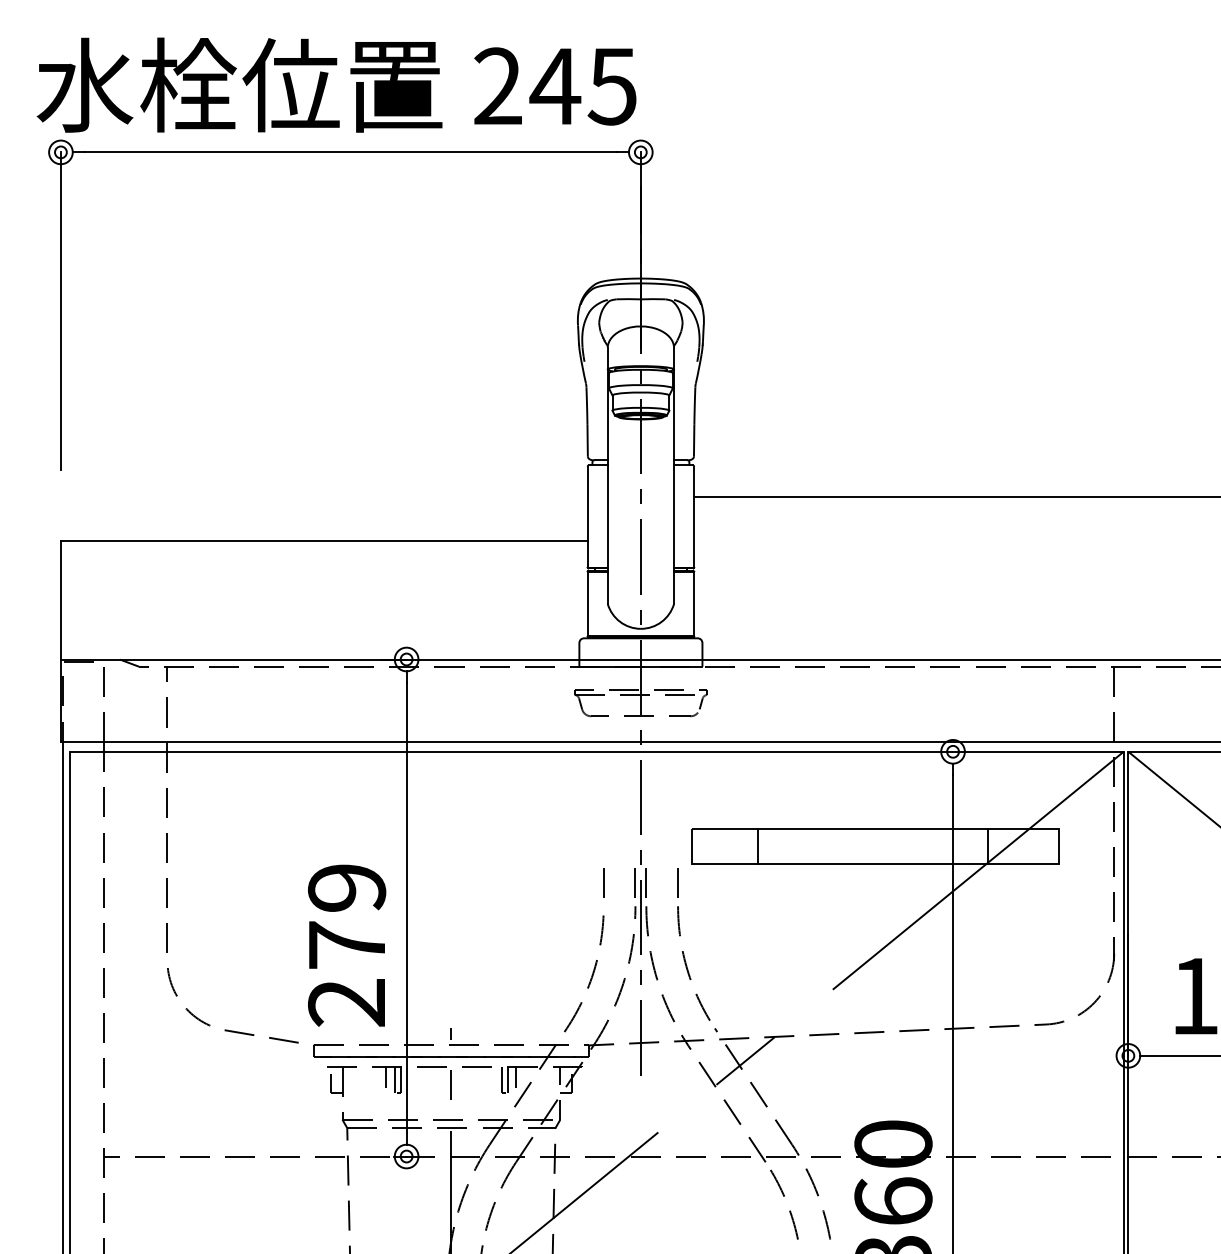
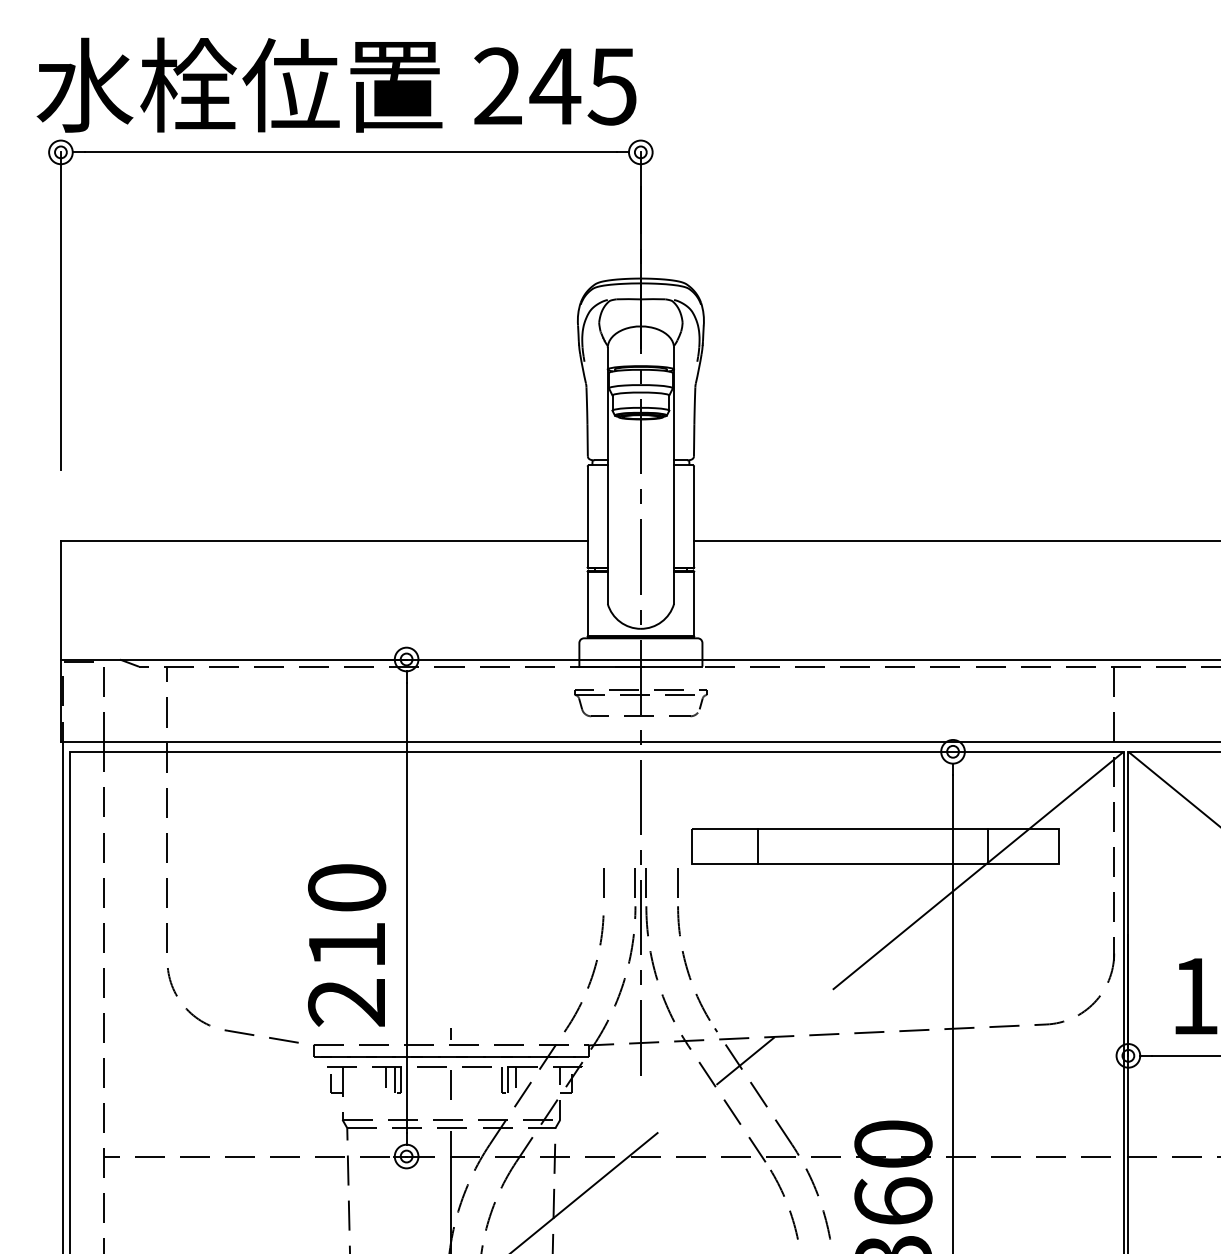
line at (955, 497) position: (955, 497) -> (955, 541)
text at (347, 916): 279 -> 210
